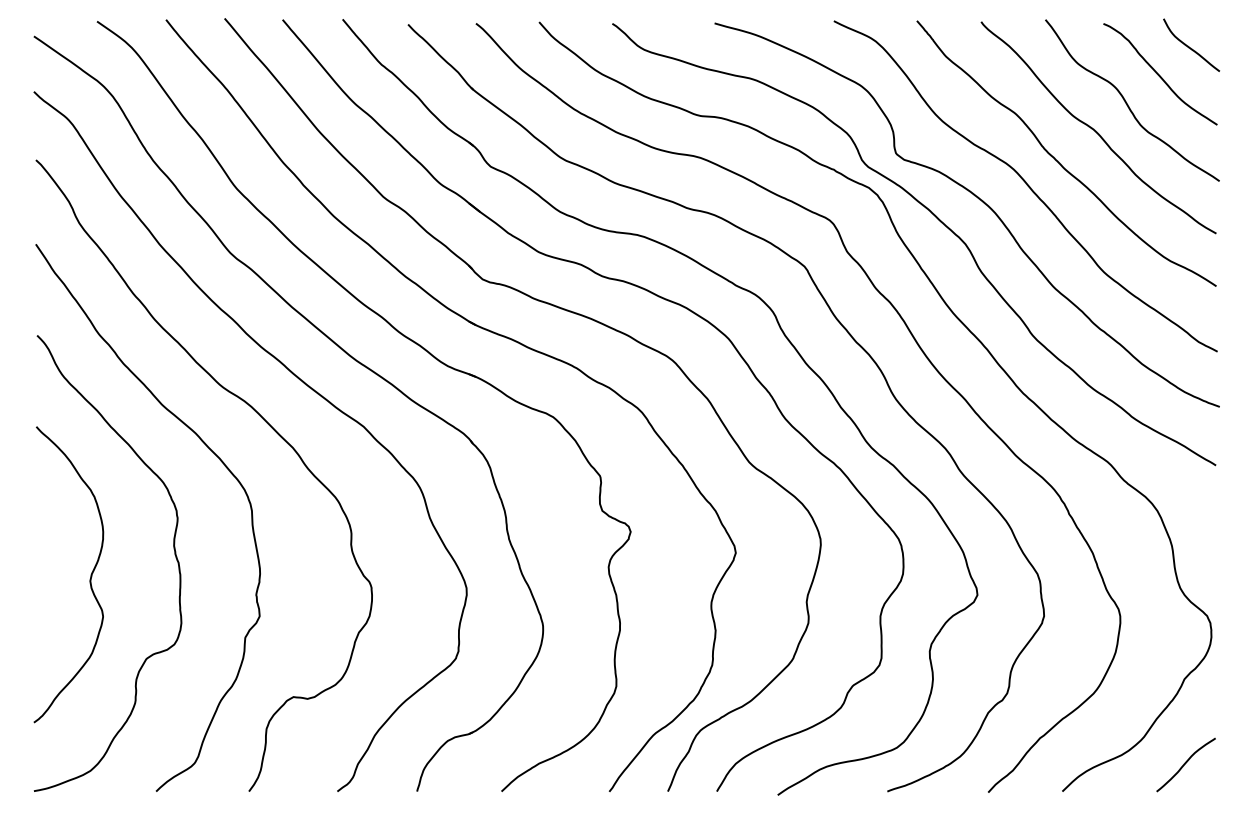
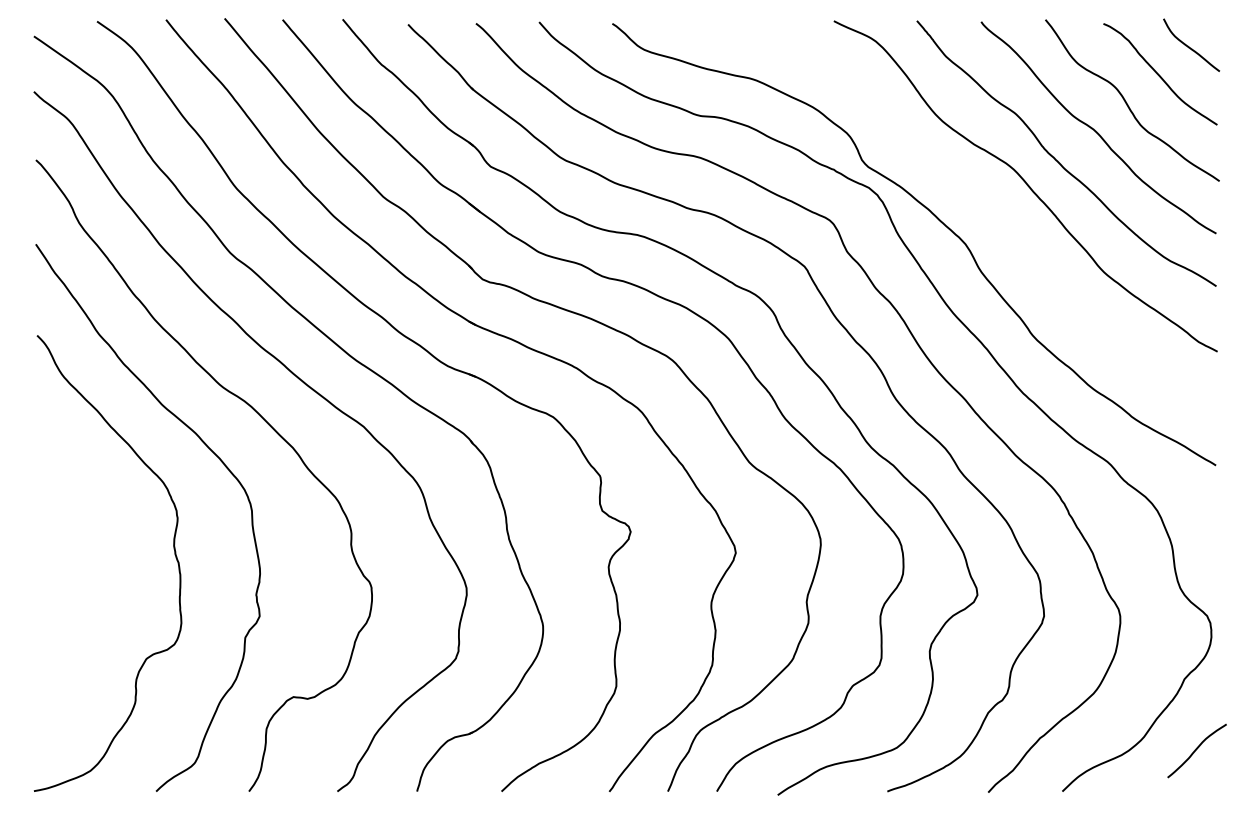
curve at (978, 199): present -> none
curve at (89, 579): present -> none
curve at (1185, 764) position: (1185, 764) -> (1196, 750)
